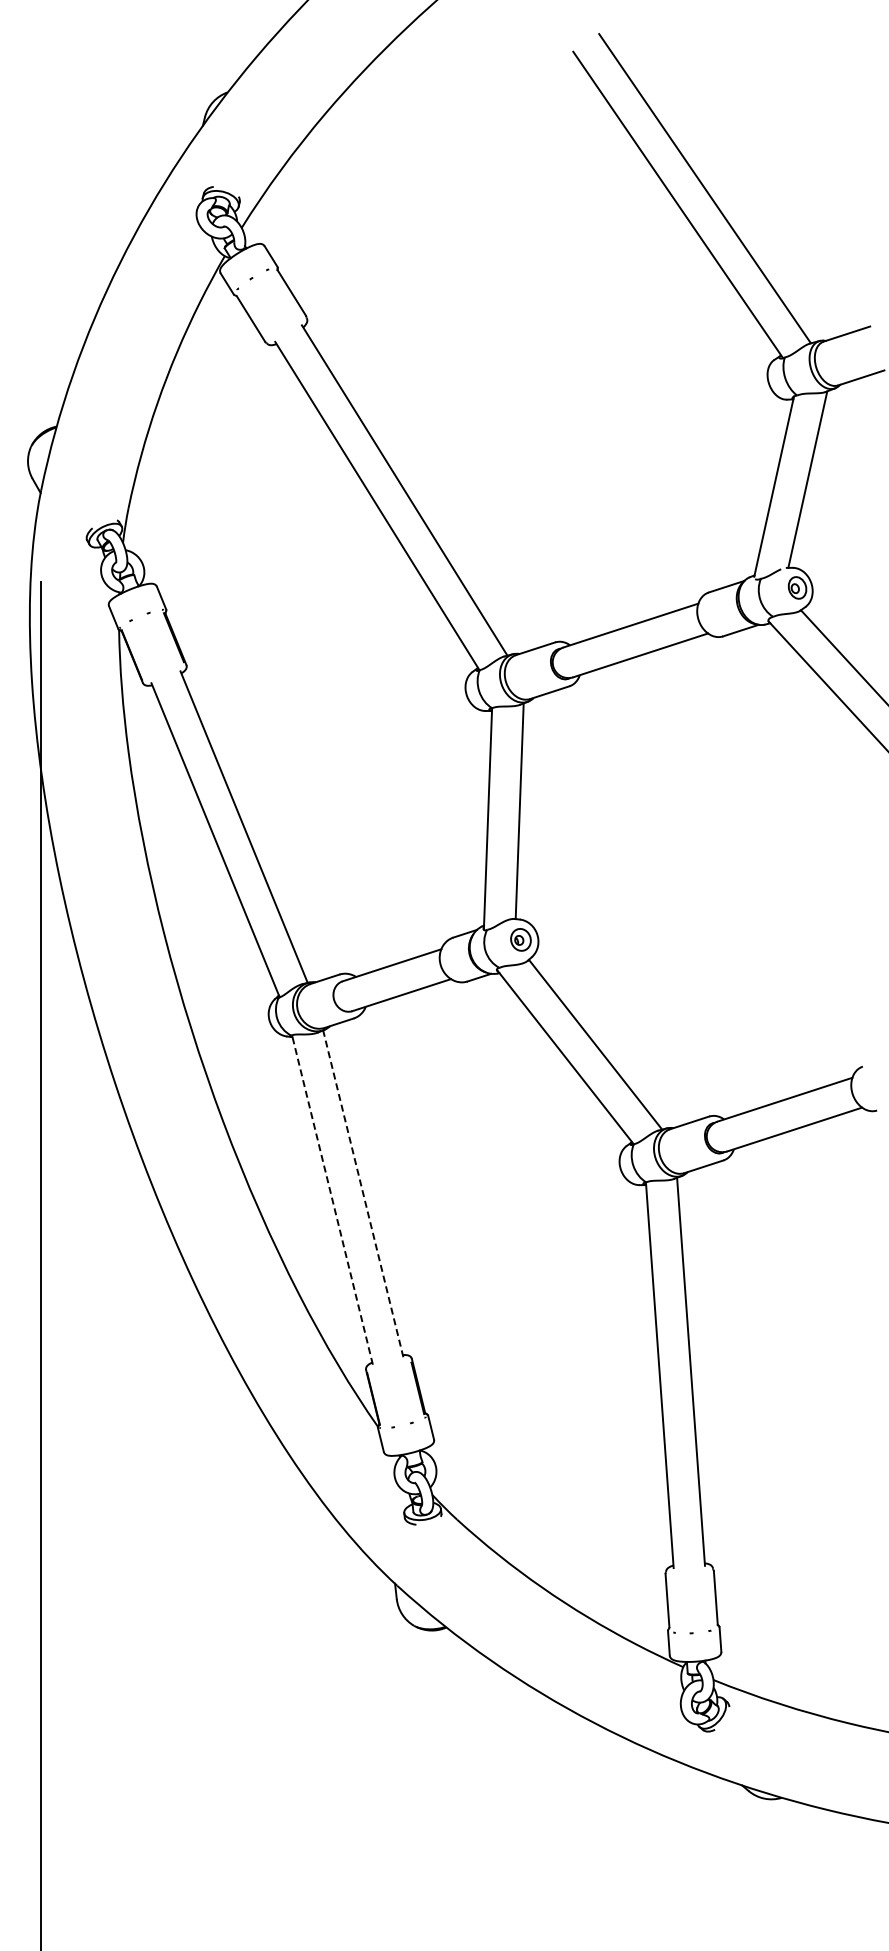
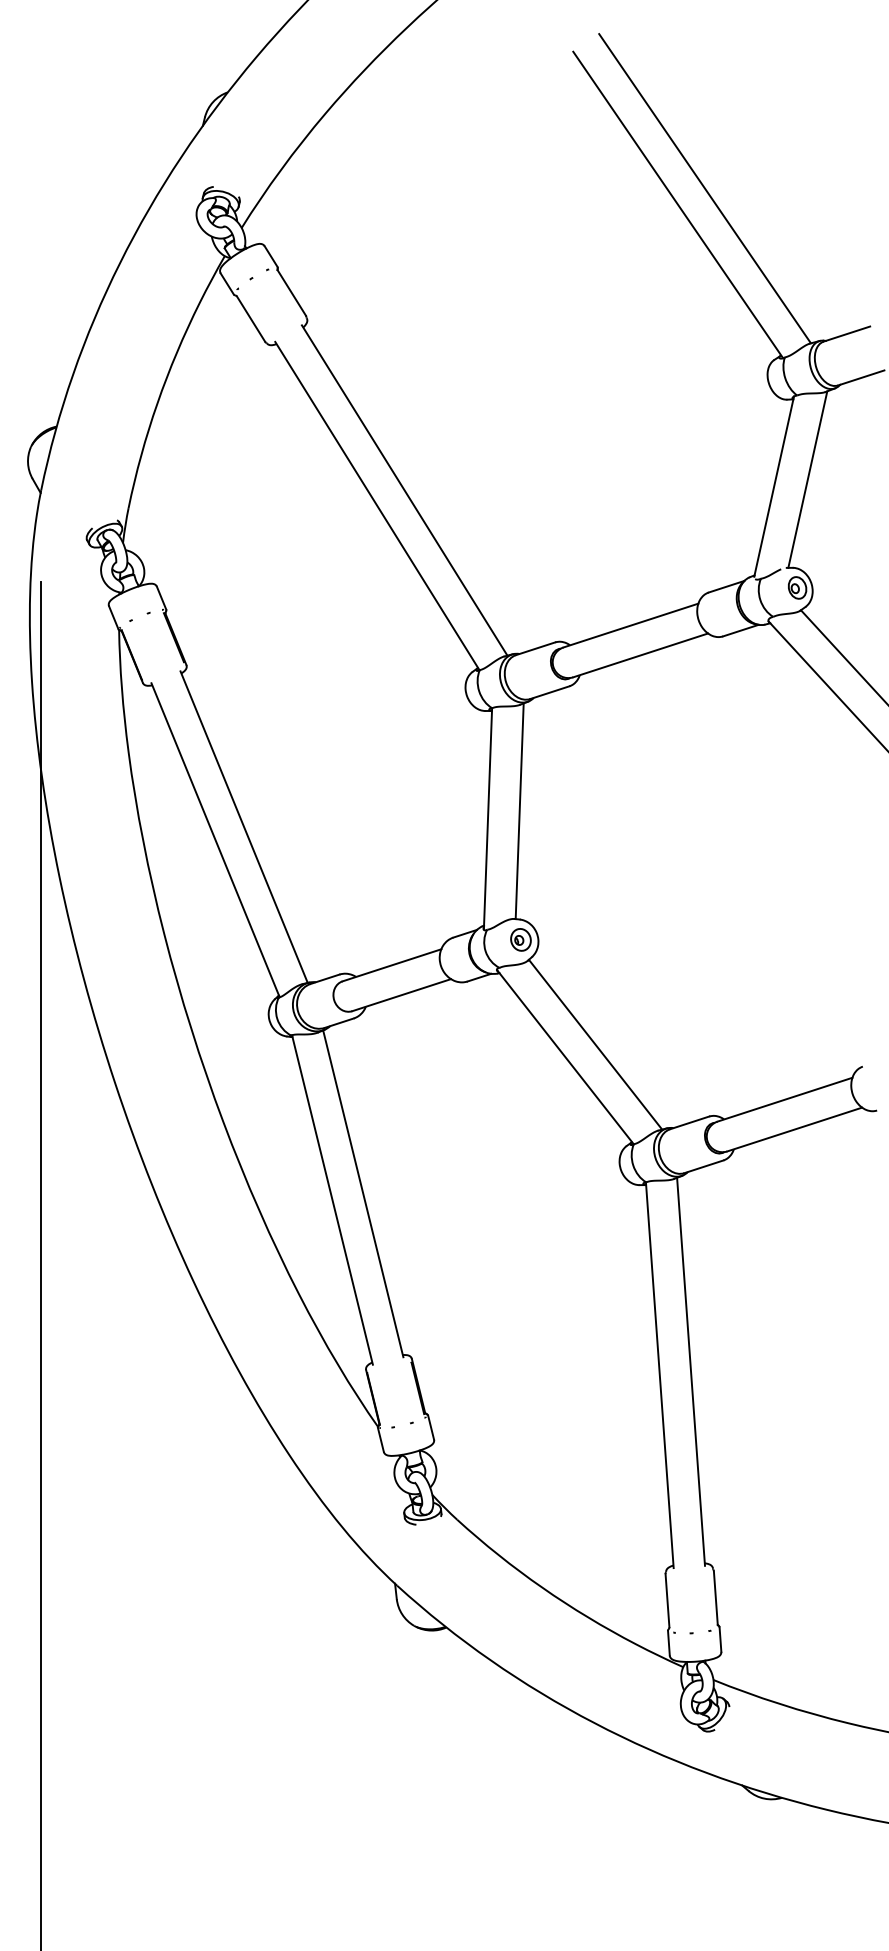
line at (363, 1193): dashed -> solid
line at (332, 1200): dashed -> solid
